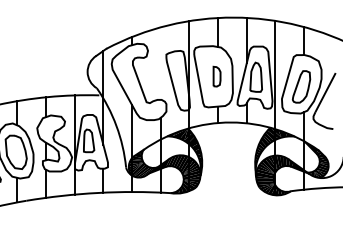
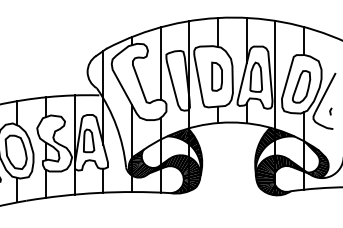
line at (160, 63): none -> present
part at (216, 76) size: 10x23 px -> 12x31 px
line at (330, 111): none -> present
